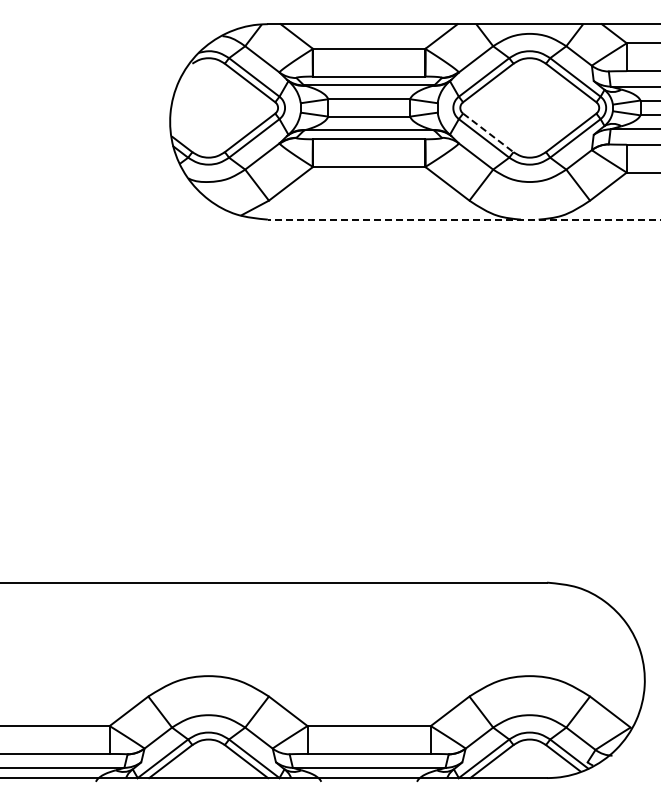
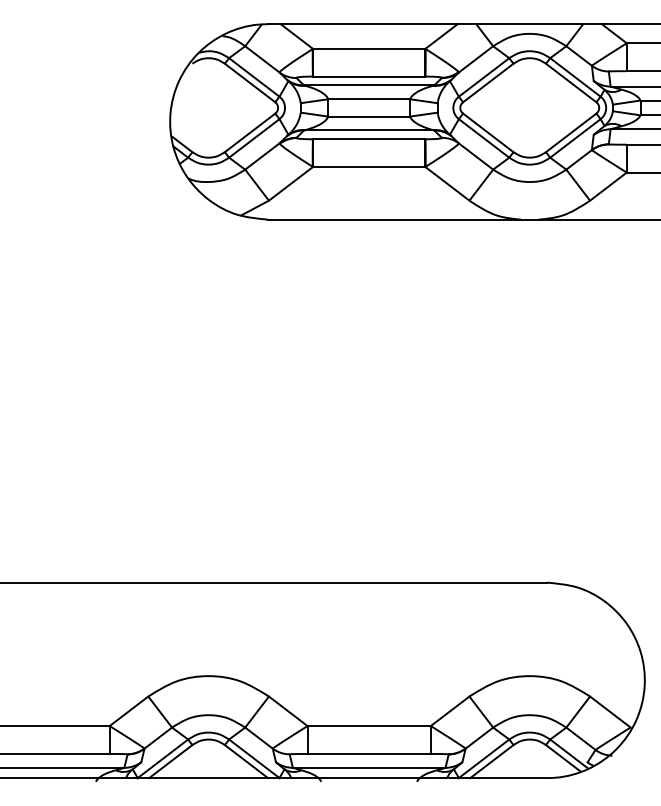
line at (488, 132): dashed -> solid
line at (463, 219): dashed -> solid
